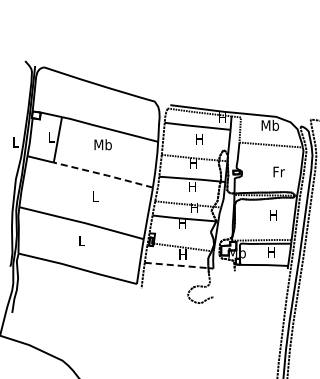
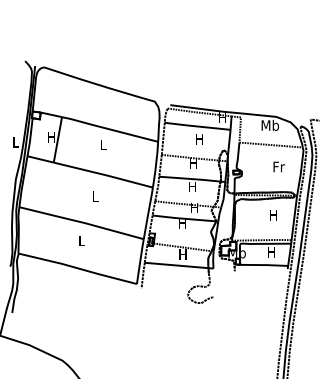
text at (51, 137): L -> H
text at (102, 144): Mb -> L
text at (278, 171) position: (278, 171) -> (278, 166)
line at (103, 174): dashed -> solid
line at (176, 265): dashed -> solid
